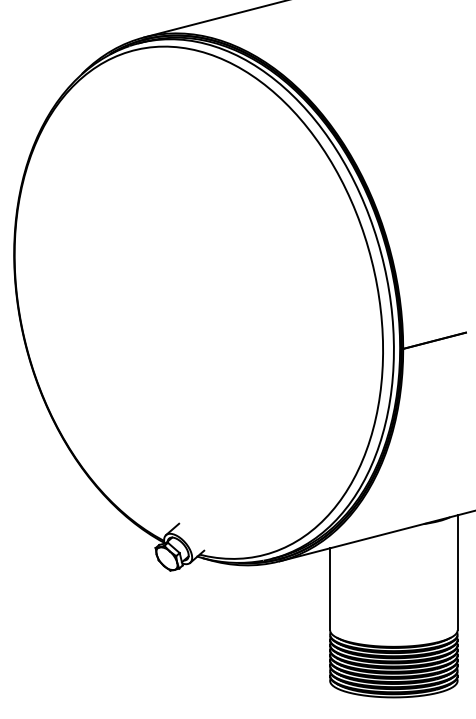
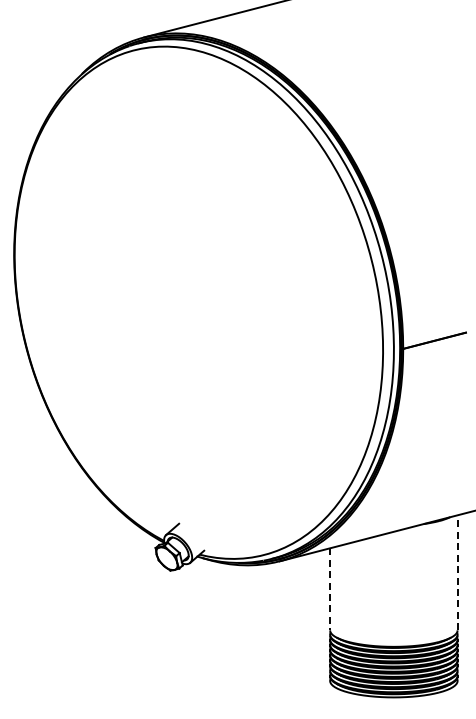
line at (457, 572): solid -> dashed
line at (330, 589): solid -> dashed
